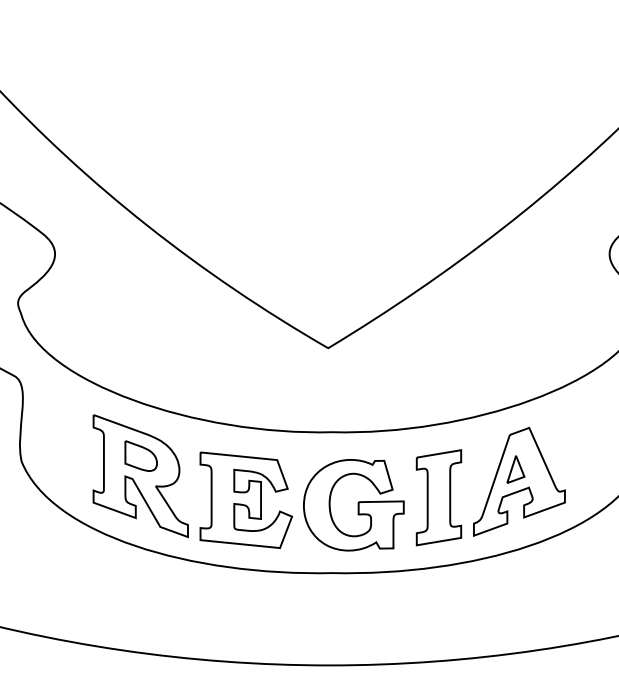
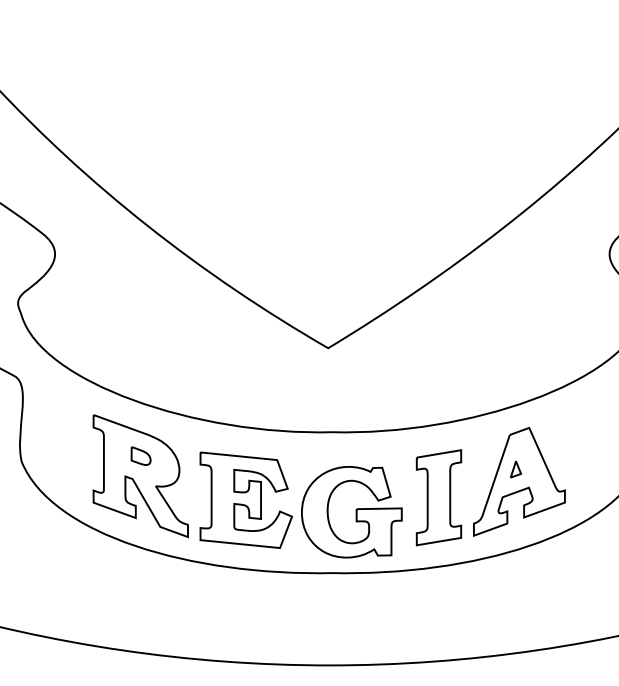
part at (140, 455) size: 34x32 px -> 22x20 px
part at (515, 469) size: 20x29 px -> 13x18 px
part at (353, 505) position: (353, 505) -> (351, 512)
